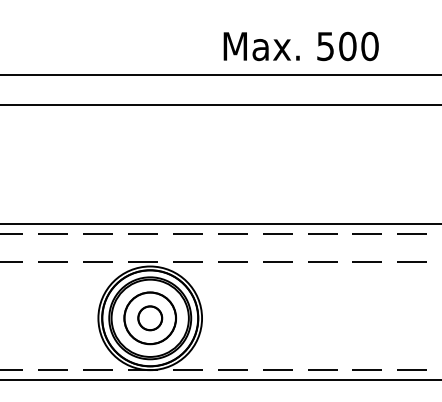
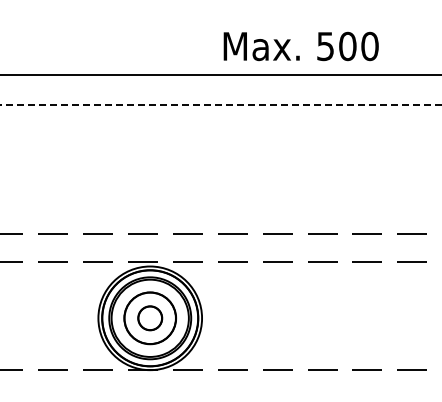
line at (221, 104): solid -> dashed
line at (220, 224): present -> none
line at (220, 379): present -> none
